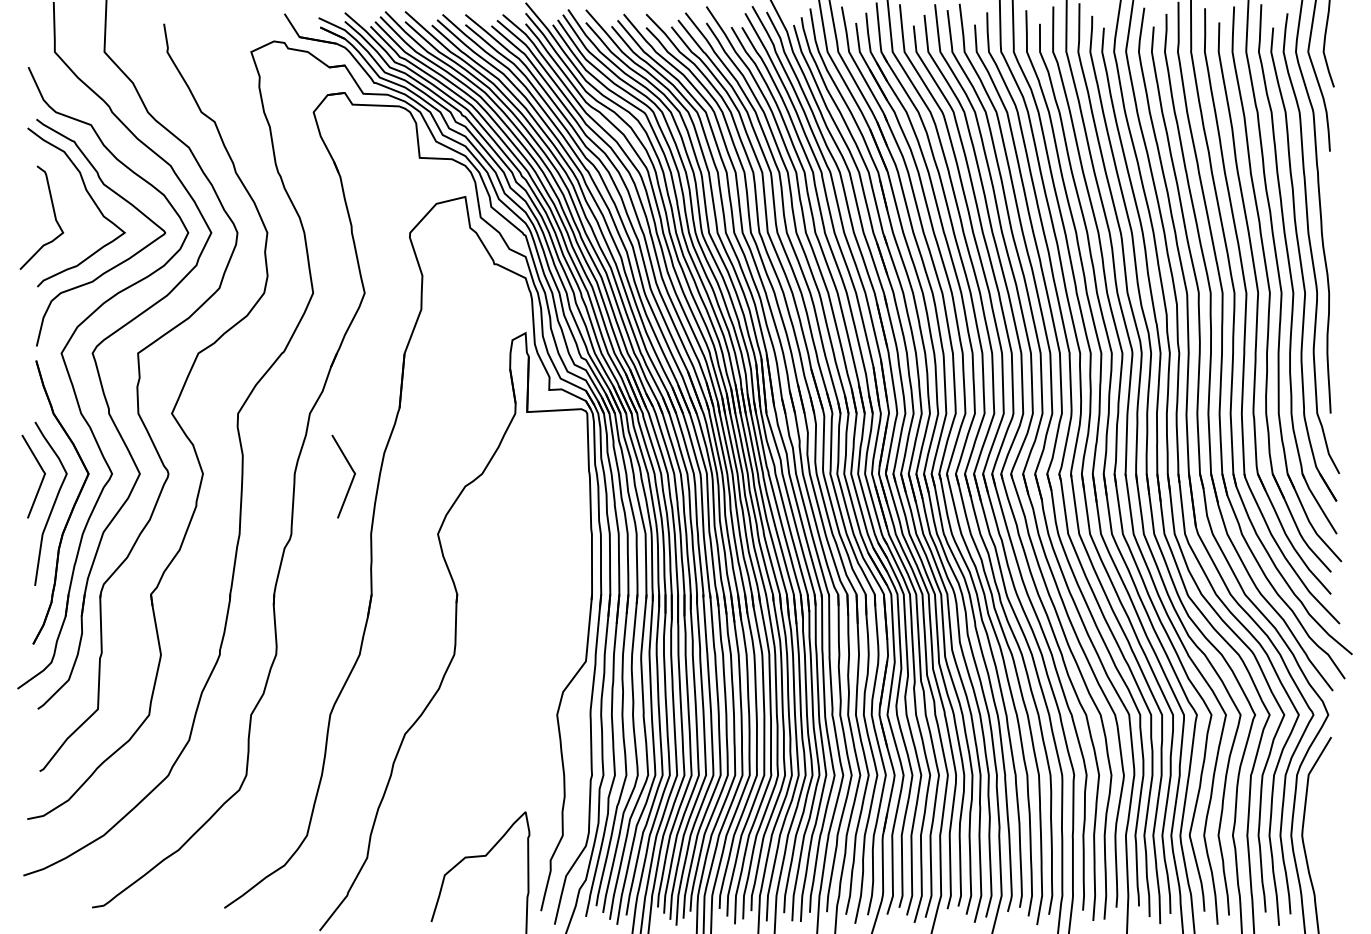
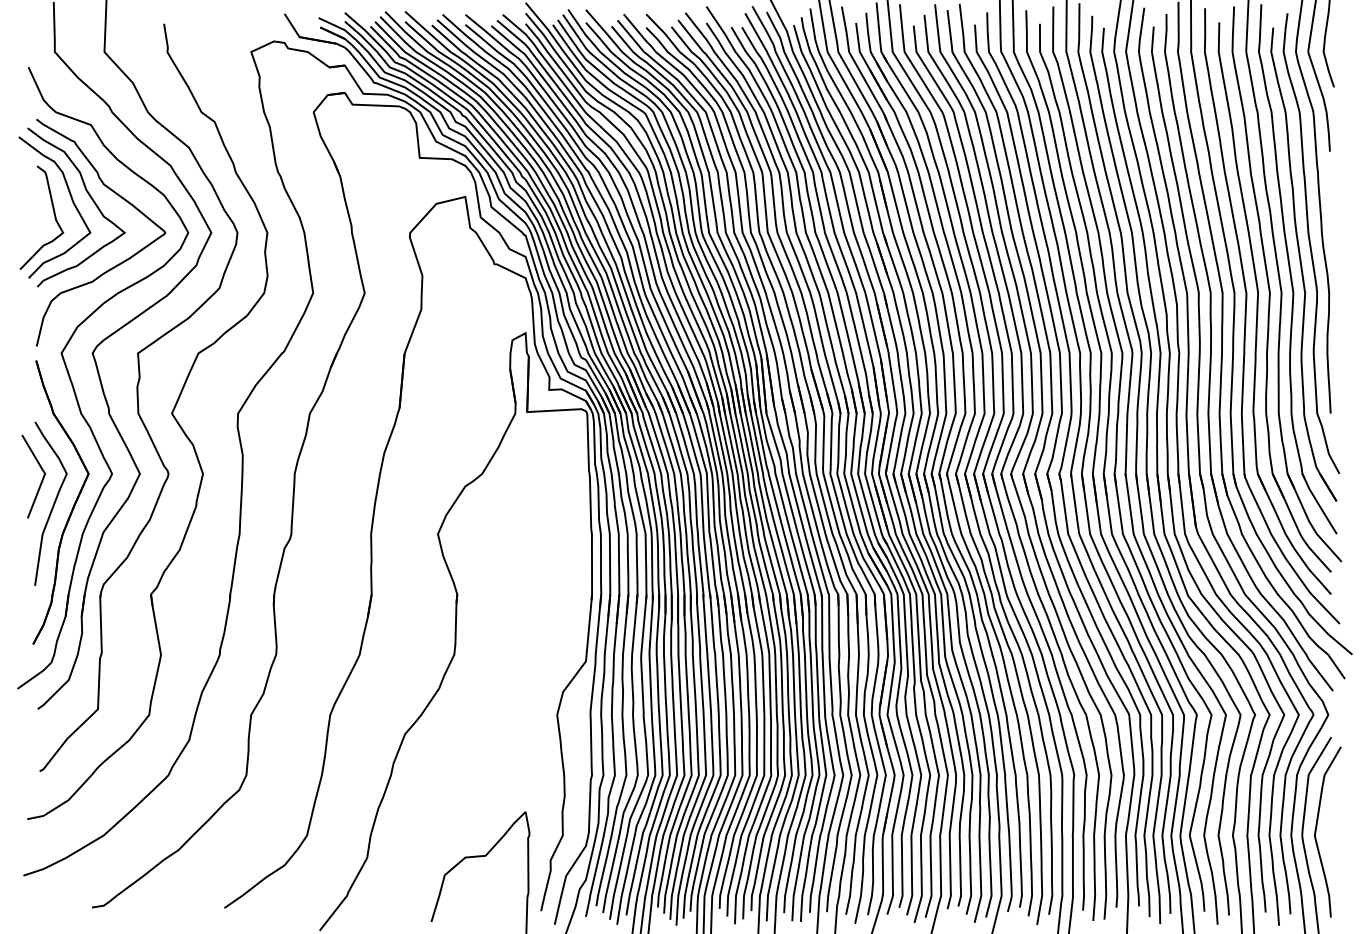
curve at (71, 200): none -> present
curve at (351, 479): present -> none
curve at (1317, 827): none -> present
